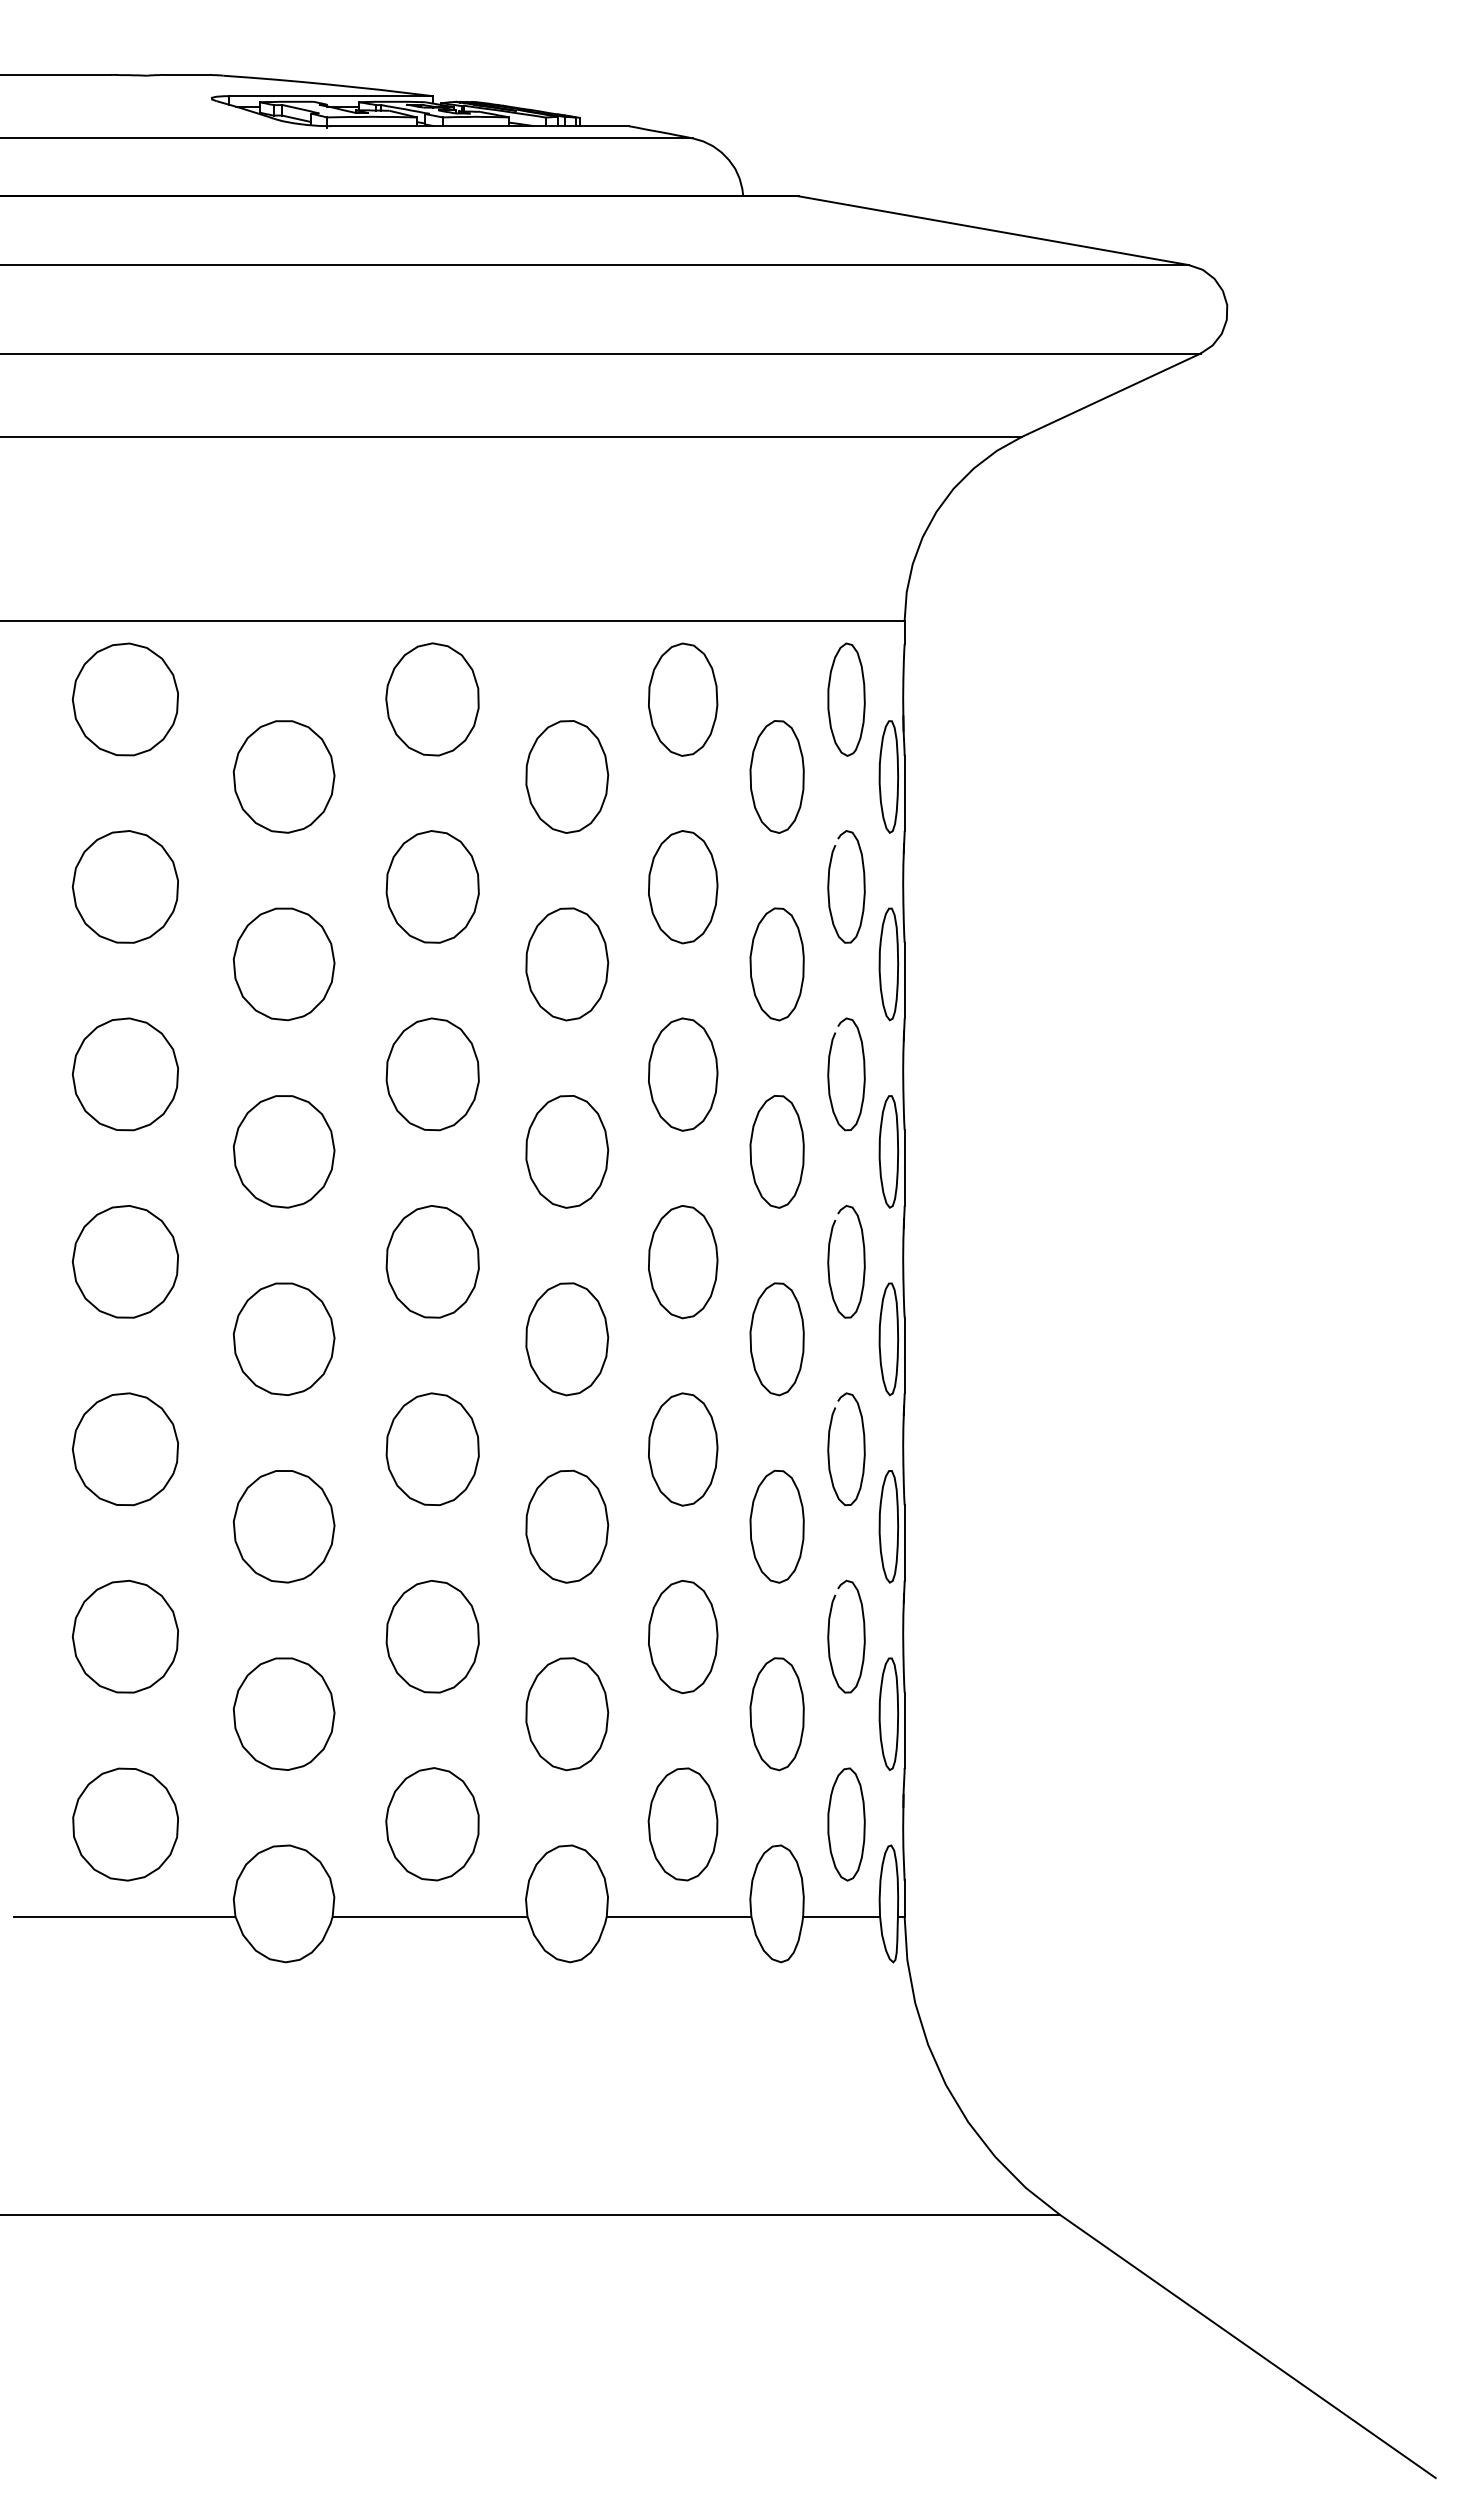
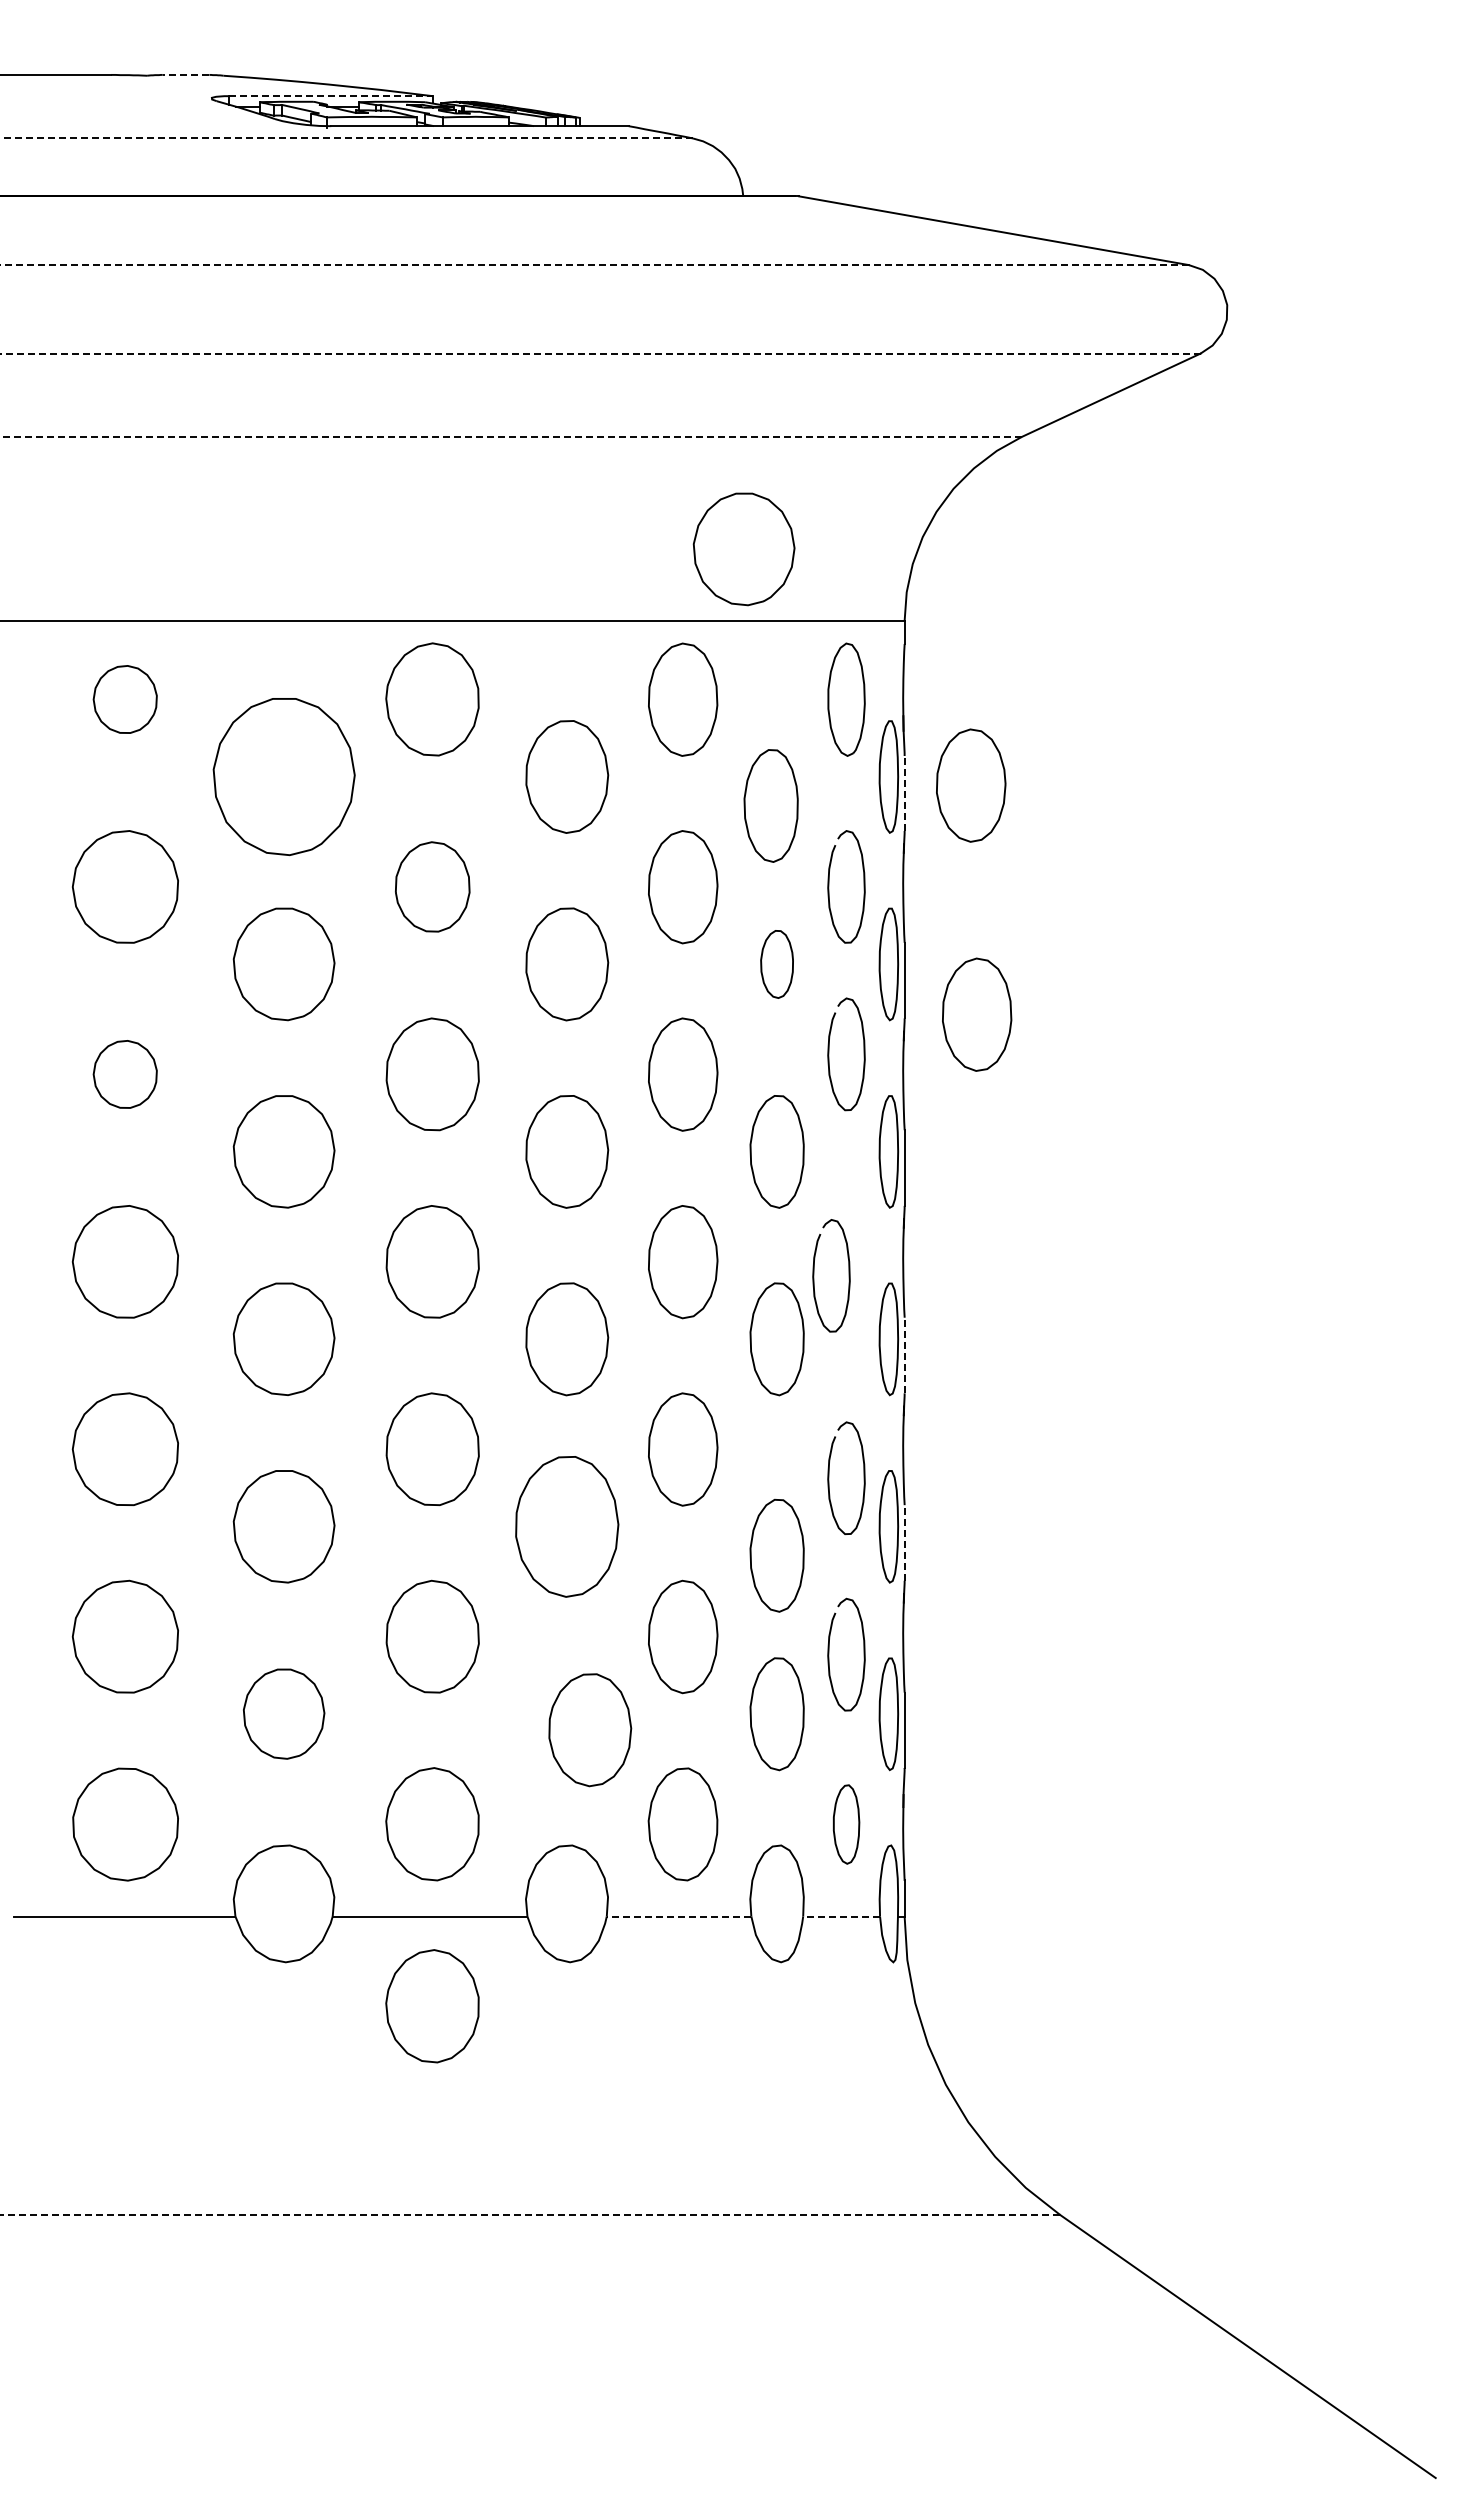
line at (185, 74): solid -> dashed
line at (331, 96): solid -> dashed
line at (346, 138): solid -> dashed
line at (594, 265): solid -> dashed
line at (600, 353): solid -> dashed
line at (511, 436): solid -> dashed
part at (743, 549): none -> present
part at (124, 699) size: 108x115 px -> 66x69 px
part at (283, 776) size: 104x114 px -> 144x159 px
part at (776, 776) position: (776, 776) -> (770, 805)
part at (971, 785): none -> present
line at (904, 792): solid -> dashed
part at (432, 886) size: 95x114 px -> 76x92 px
part at (776, 964) size: 56x115 px -> 34x69 px
part at (977, 1014): none -> present
part at (124, 1074) size: 108x115 px -> 66x69 px
curve at (829, 1074) position: (829, 1074) -> (829, 1054)
curve at (829, 1261) position: (829, 1261) -> (814, 1275)
line at (904, 1355): solid -> dashed
curve at (829, 1448) position: (829, 1448) -> (829, 1477)
part at (567, 1526) size: 85x115 px -> 105x142 px
part at (776, 1526) position: (776, 1526) -> (776, 1555)
line at (904, 1542): solid -> dashed
curve at (829, 1636) position: (829, 1636) -> (829, 1654)
part at (283, 1713) size: 104x114 px -> 83x92 px
part at (567, 1714) position: (567, 1714) -> (590, 1730)
part at (846, 1824) size: 39x115 px -> 29x81 px
line at (678, 1916): solid -> dashed
line at (841, 1916): solid -> dashed
part at (432, 2006): none -> present
line at (530, 2214): solid -> dashed
